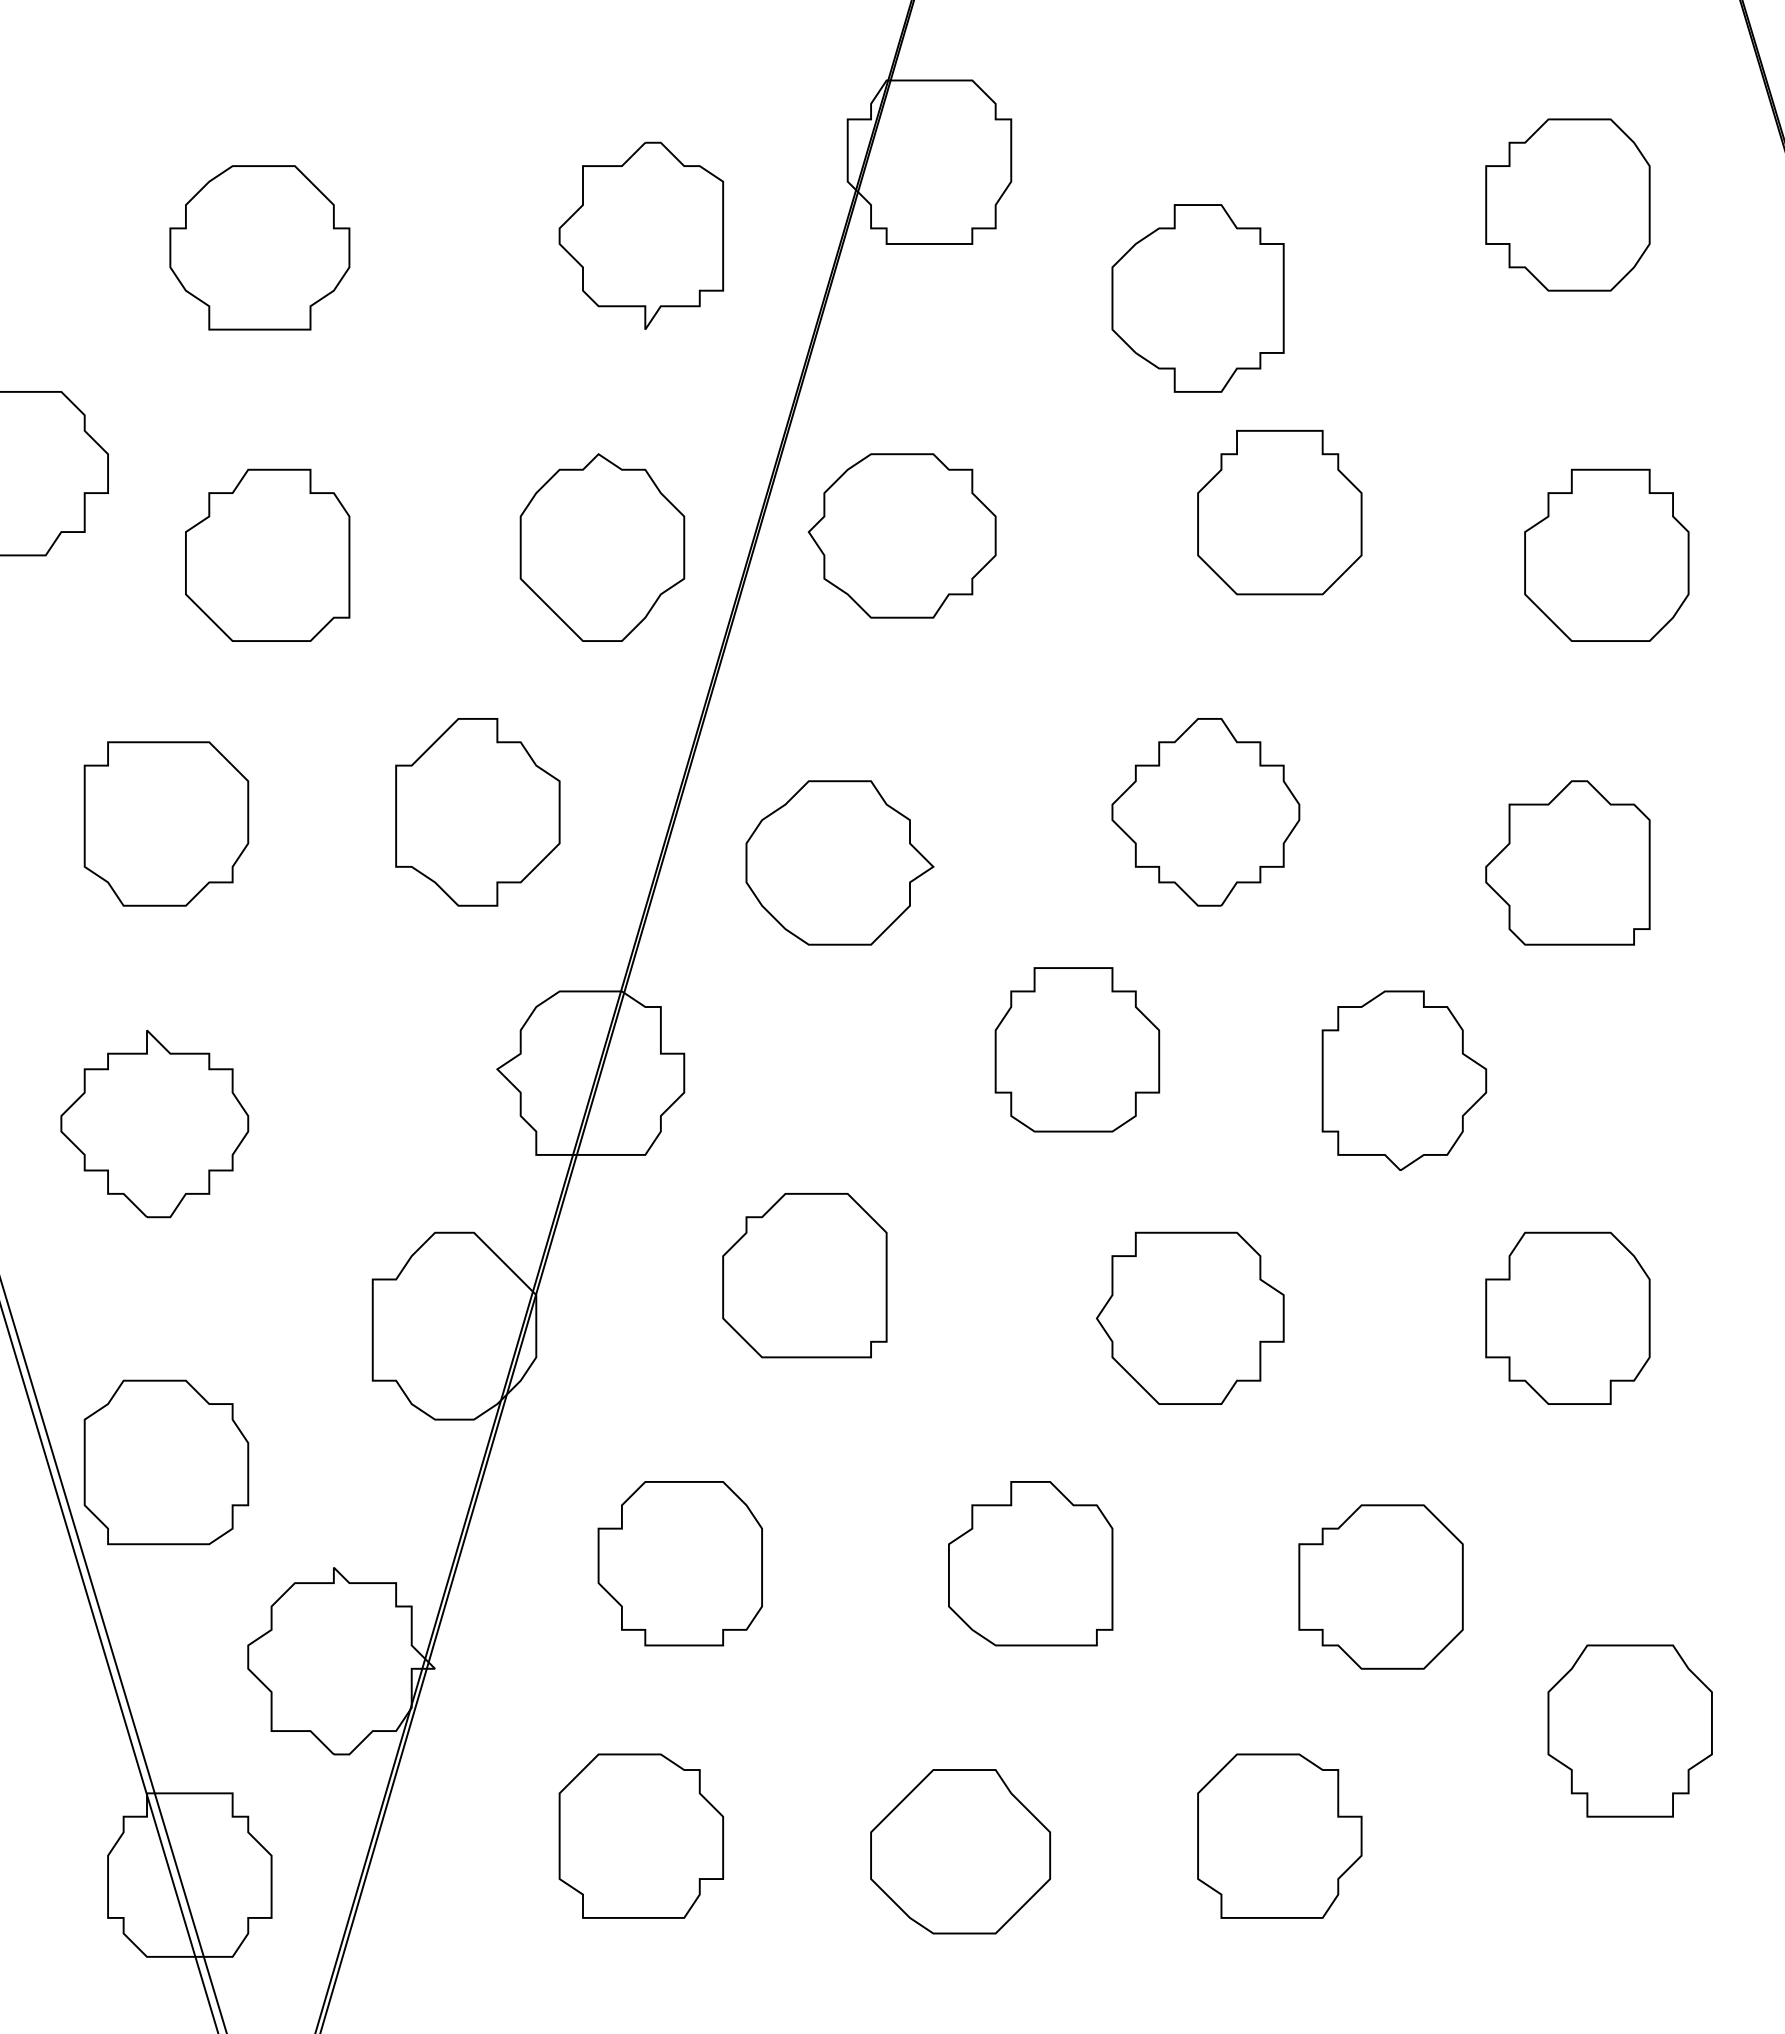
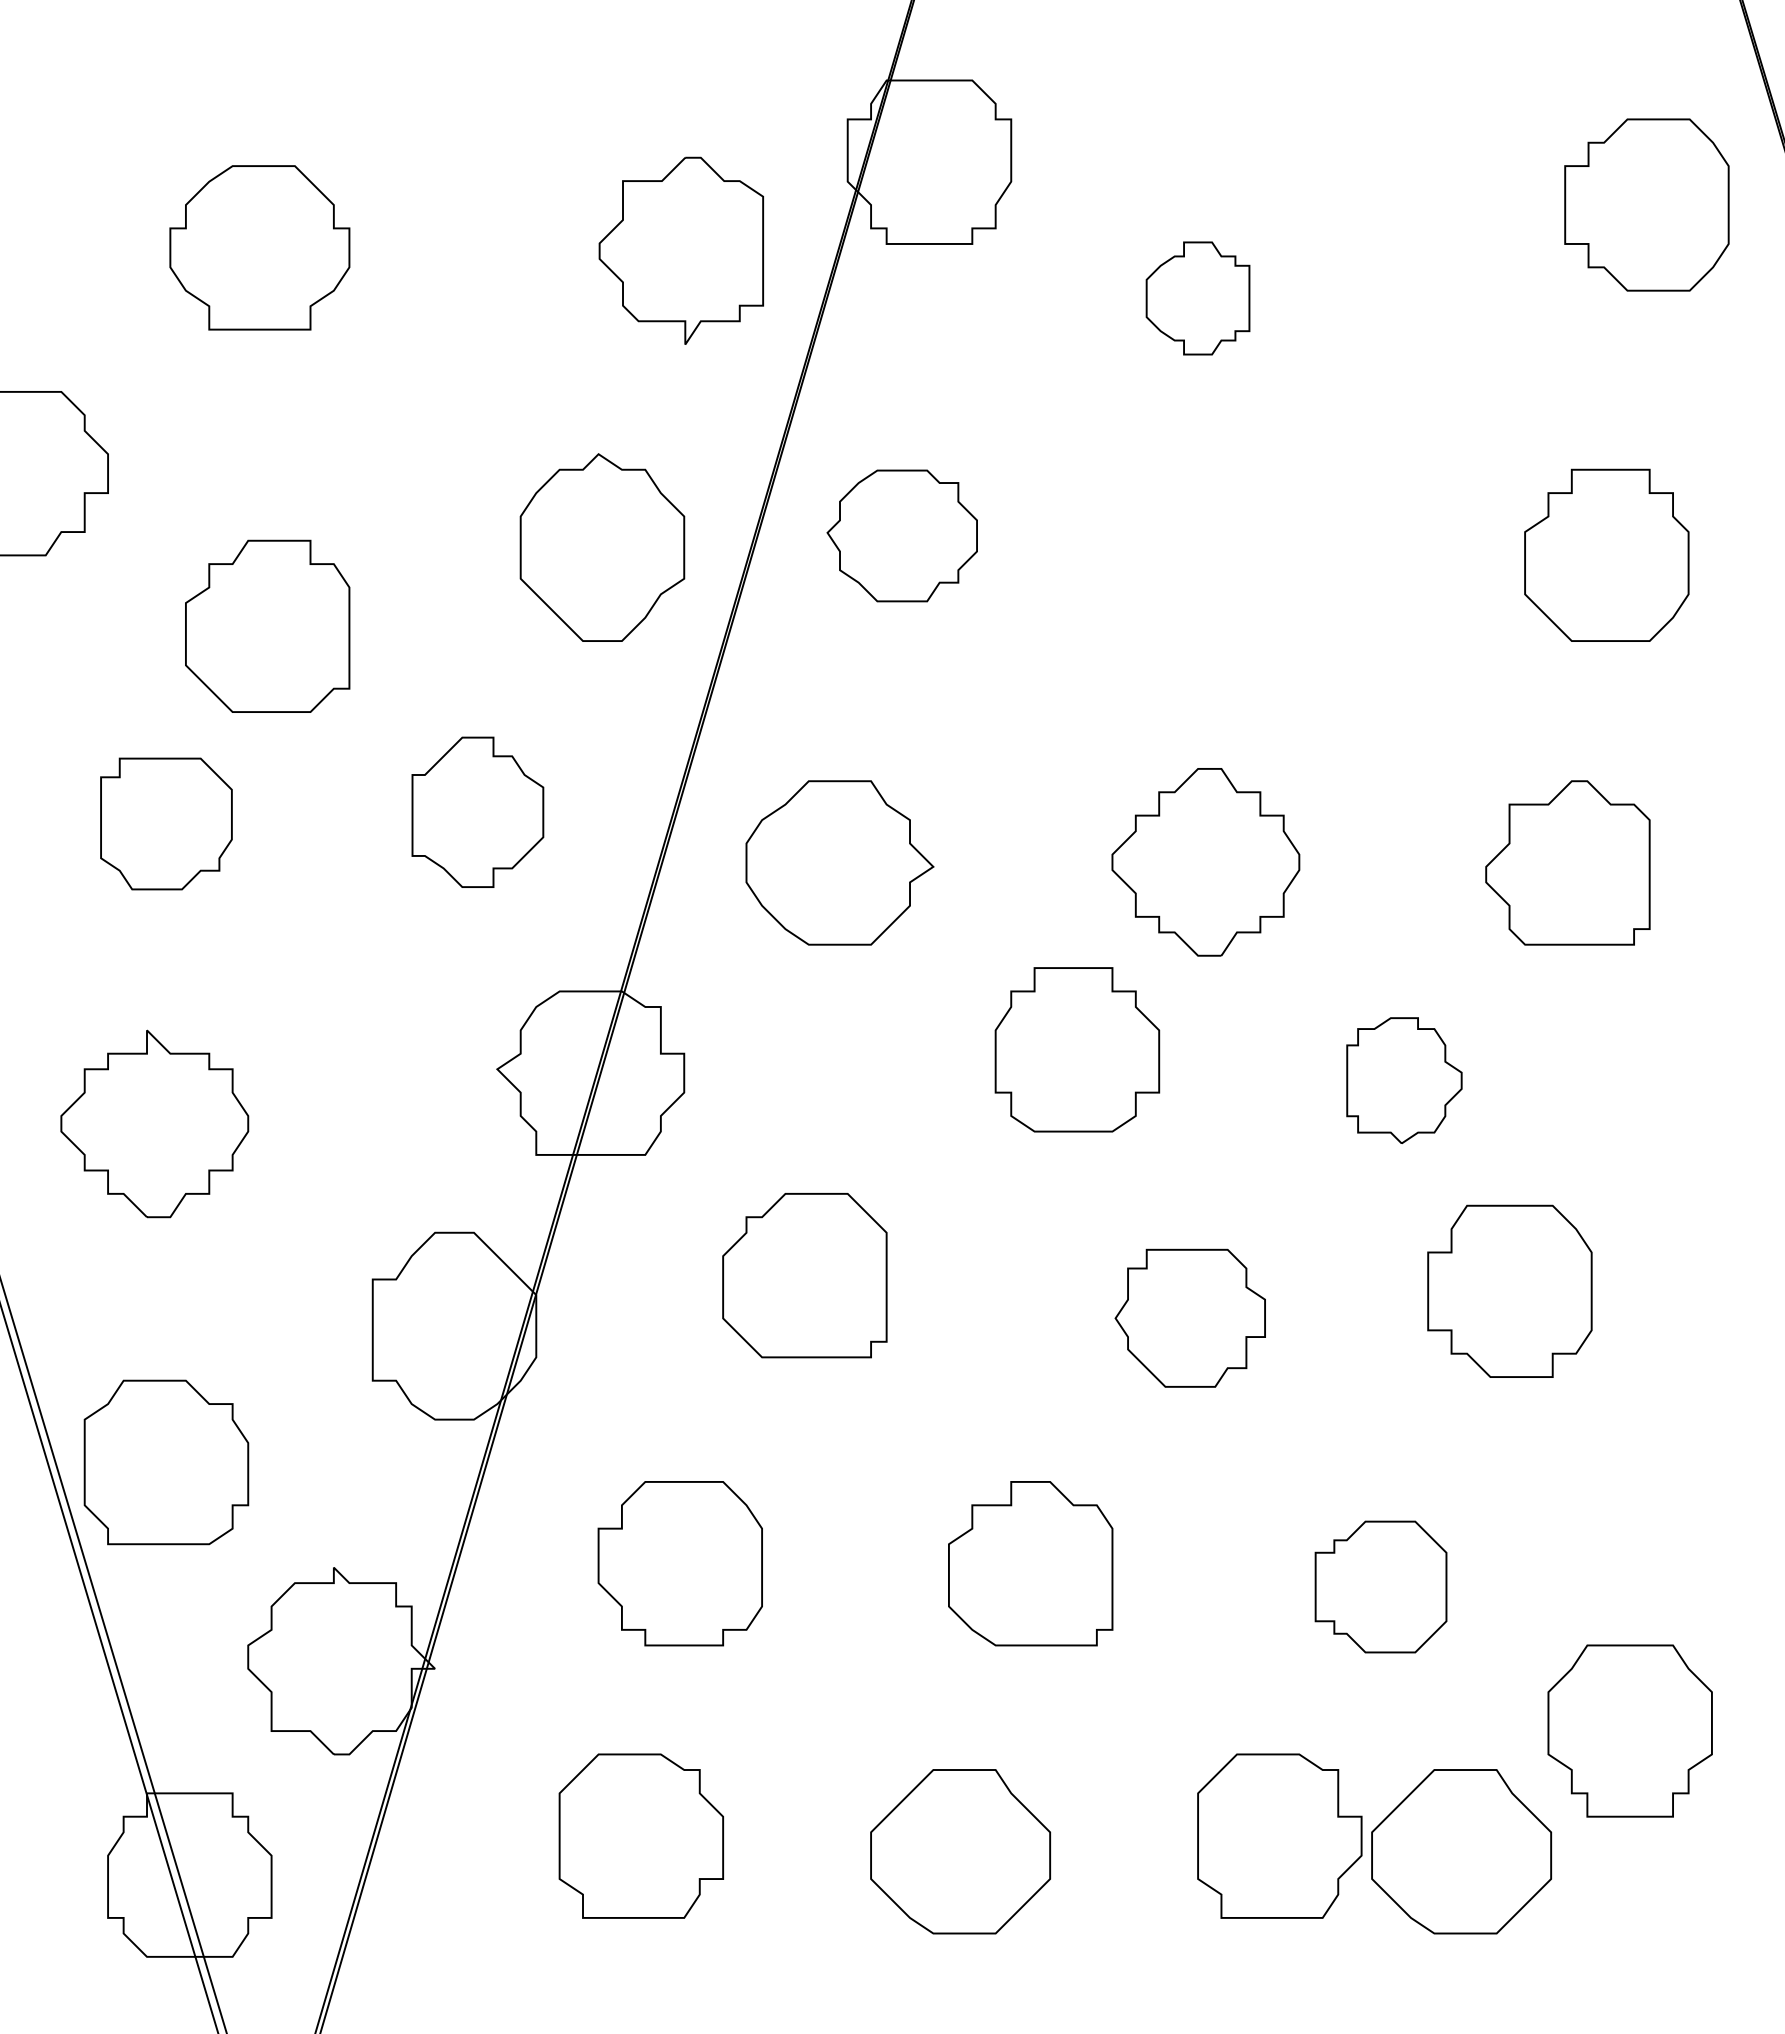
part at (1567, 204) position: (1567, 204) -> (1646, 204)
part at (640, 235) position: (640, 235) -> (680, 250)
part at (1197, 298) size: 174x189 px -> 106x115 px
part at (1279, 512): present -> none
part at (902, 535) size: 189x166 px -> 152x134 px
part at (267, 554) position: (267, 554) -> (267, 625)
part at (477, 812) size: 166x189 px -> 134x152 px
part at (1205, 812) position: (1205, 812) -> (1205, 862)
part at (166, 823) size: 167x166 px -> 133x134 px
part at (1404, 1080) size: 167x181 px -> 117x127 px
part at (1190, 1317) size: 189x174 px -> 152x140 px
part at (1567, 1317) position: (1567, 1317) -> (1509, 1290)
part at (1380, 1586) size: 166x166 px -> 134x134 px
part at (1461, 1851): none -> present
